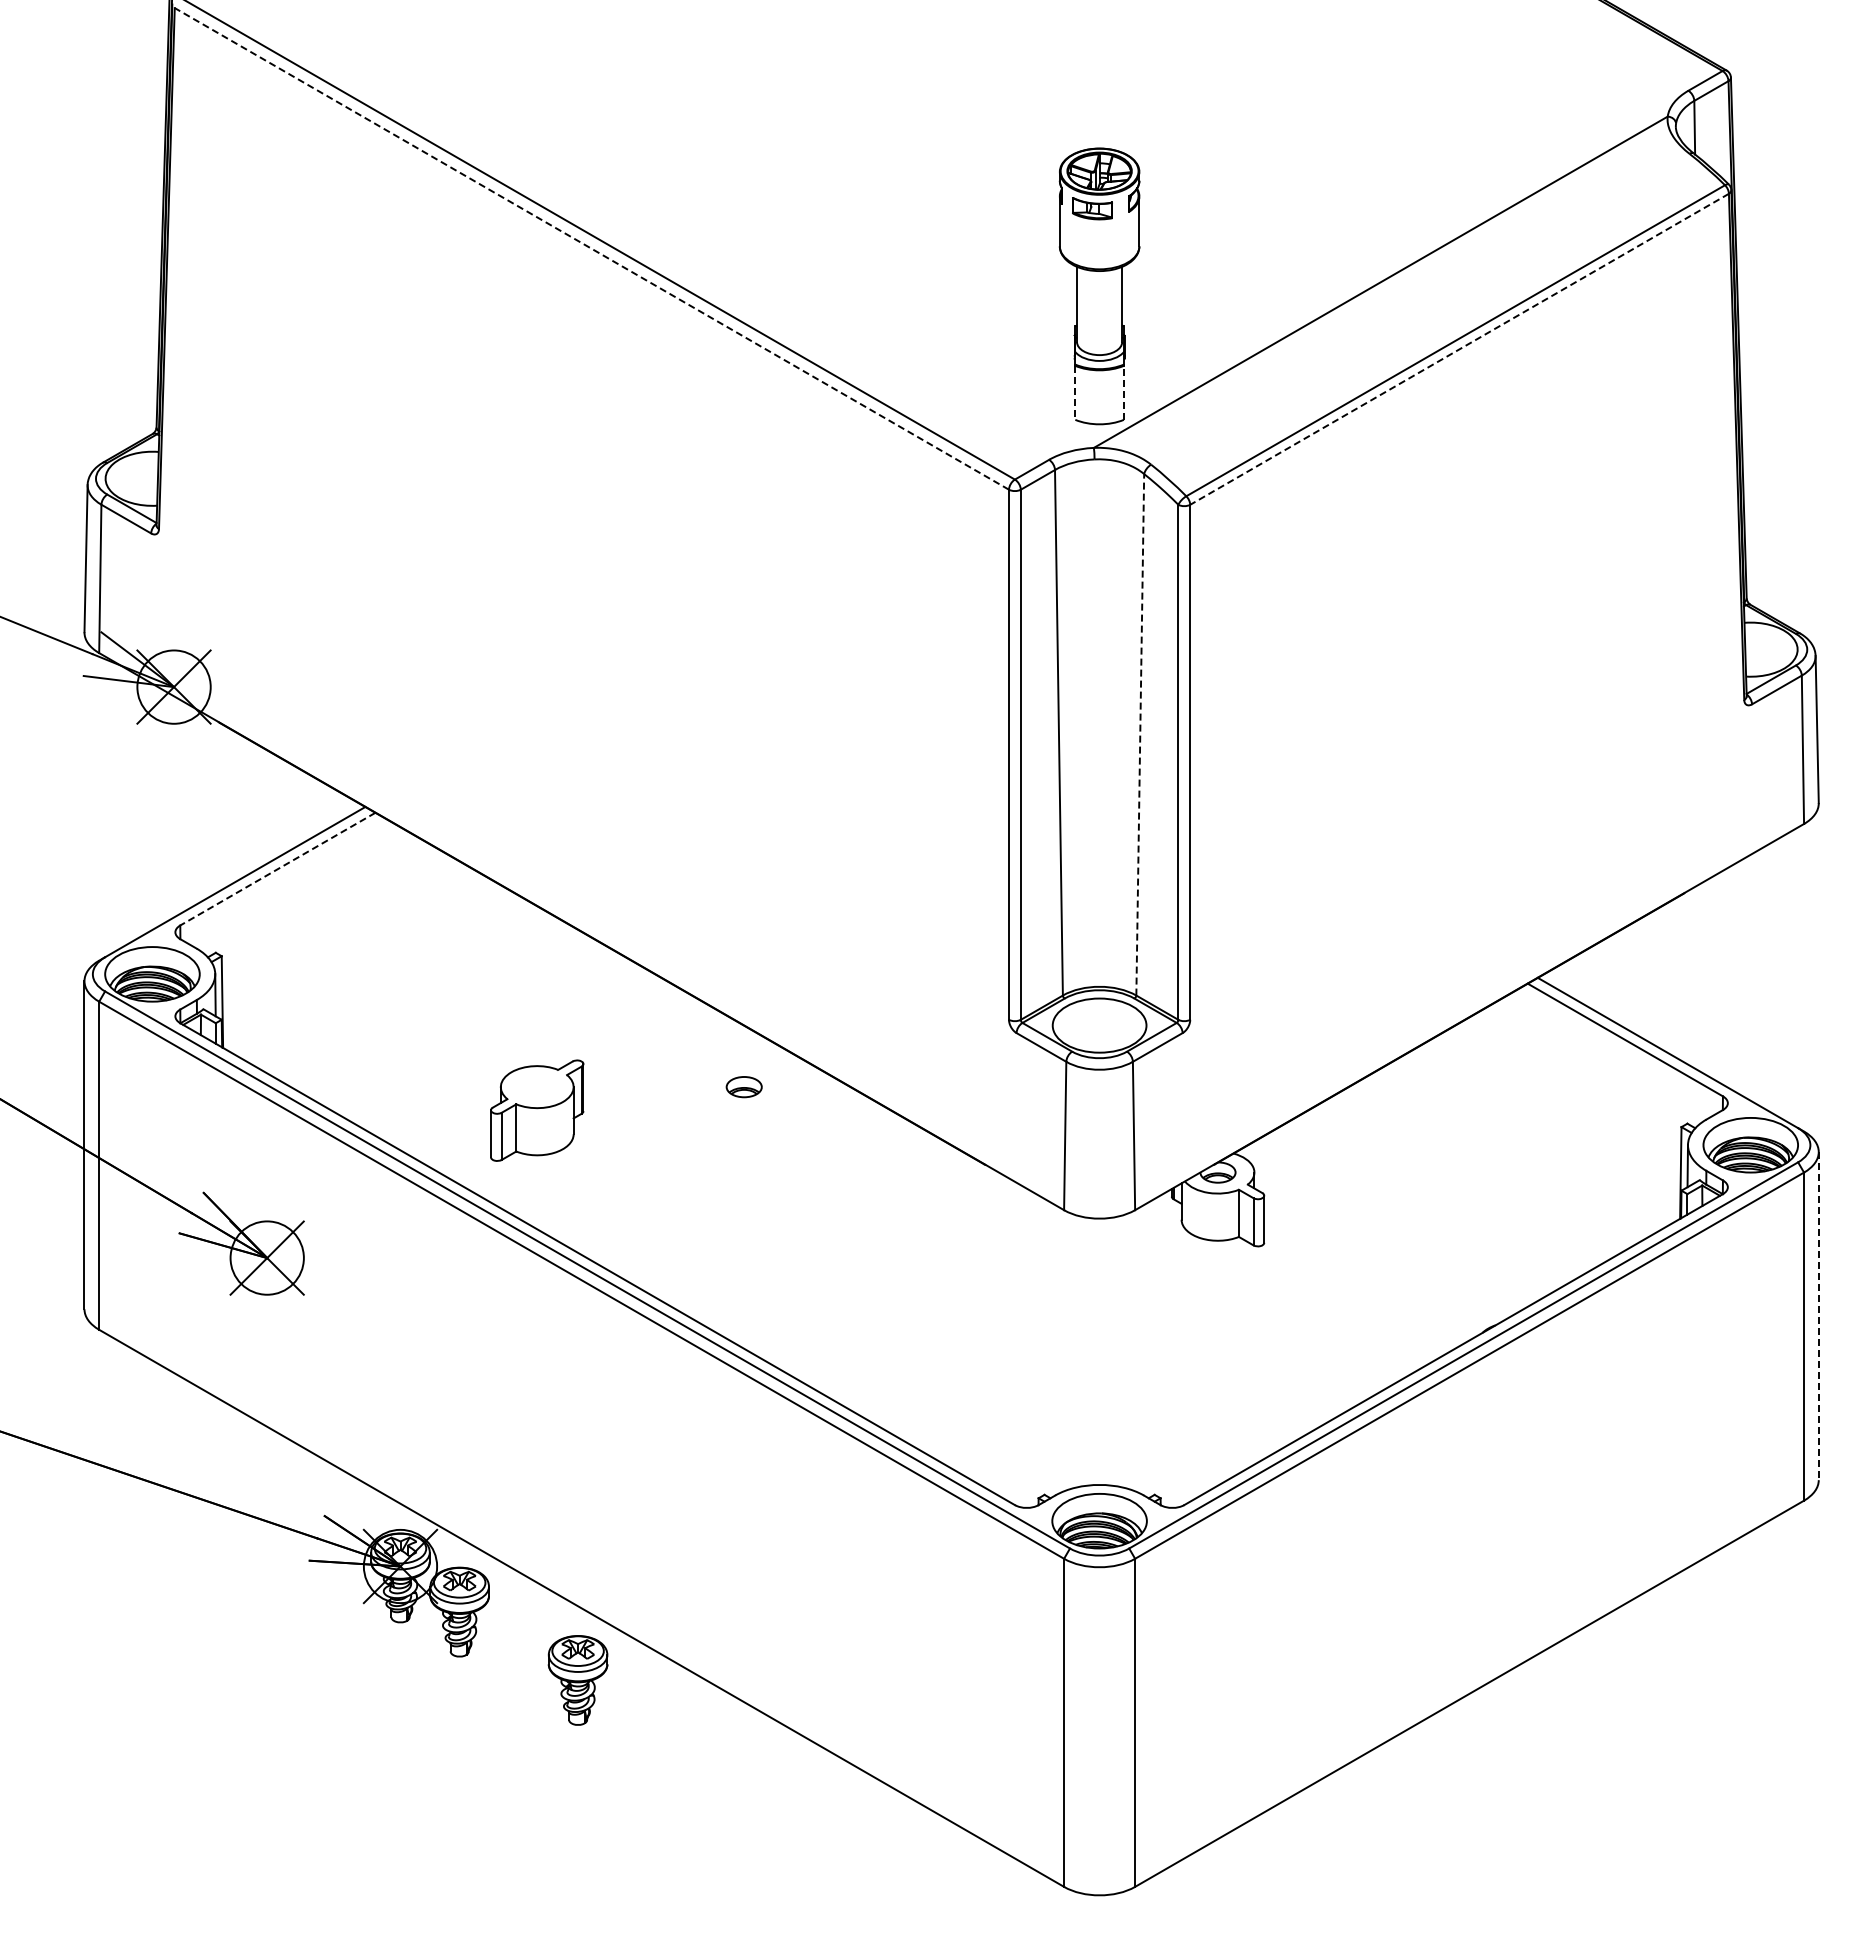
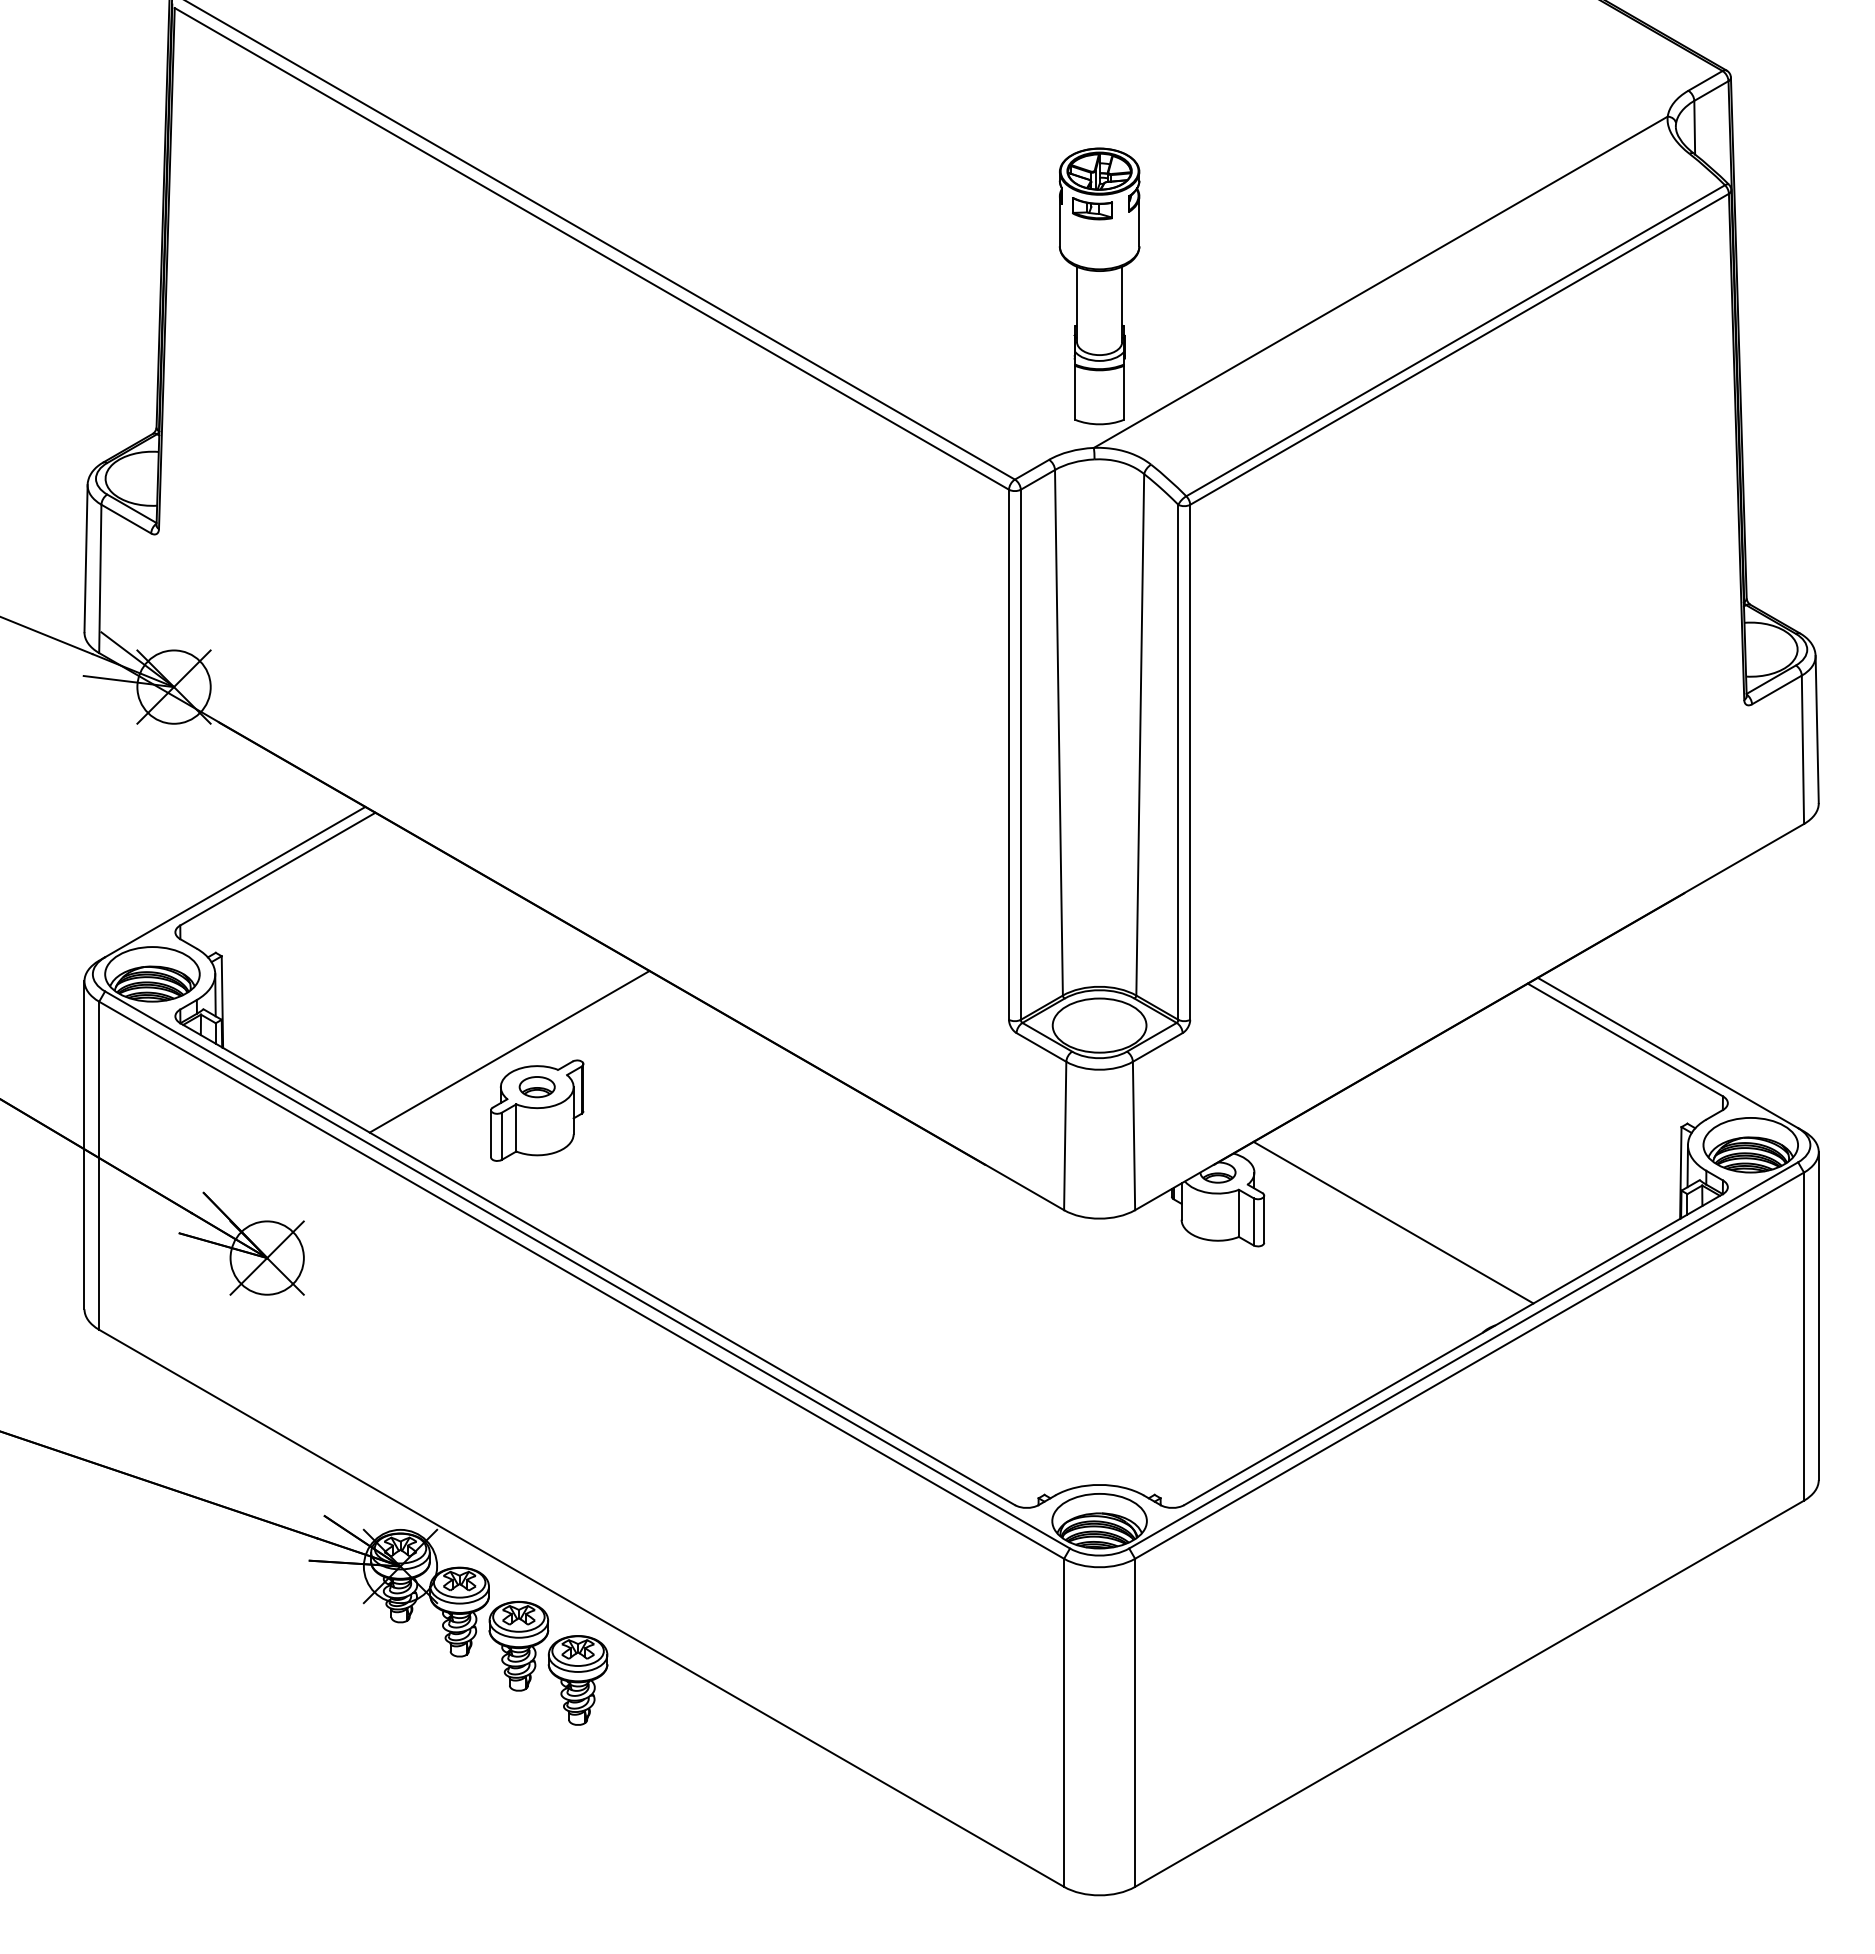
line at (591, 248): dashed -> solid
line at (1459, 349): dashed -> solid
line at (1123, 392): dashed -> solid
line at (1075, 393): dashed -> solid
line at (1140, 734): dashed -> solid
line at (277, 869): dashed -> solid
line at (509, 1051): none -> present
part at (743, 1087) position: (743, 1087) -> (536, 1087)
line at (1393, 1222): none -> present
line at (1818, 1316): dashed -> solid
part at (518, 1645): none -> present
